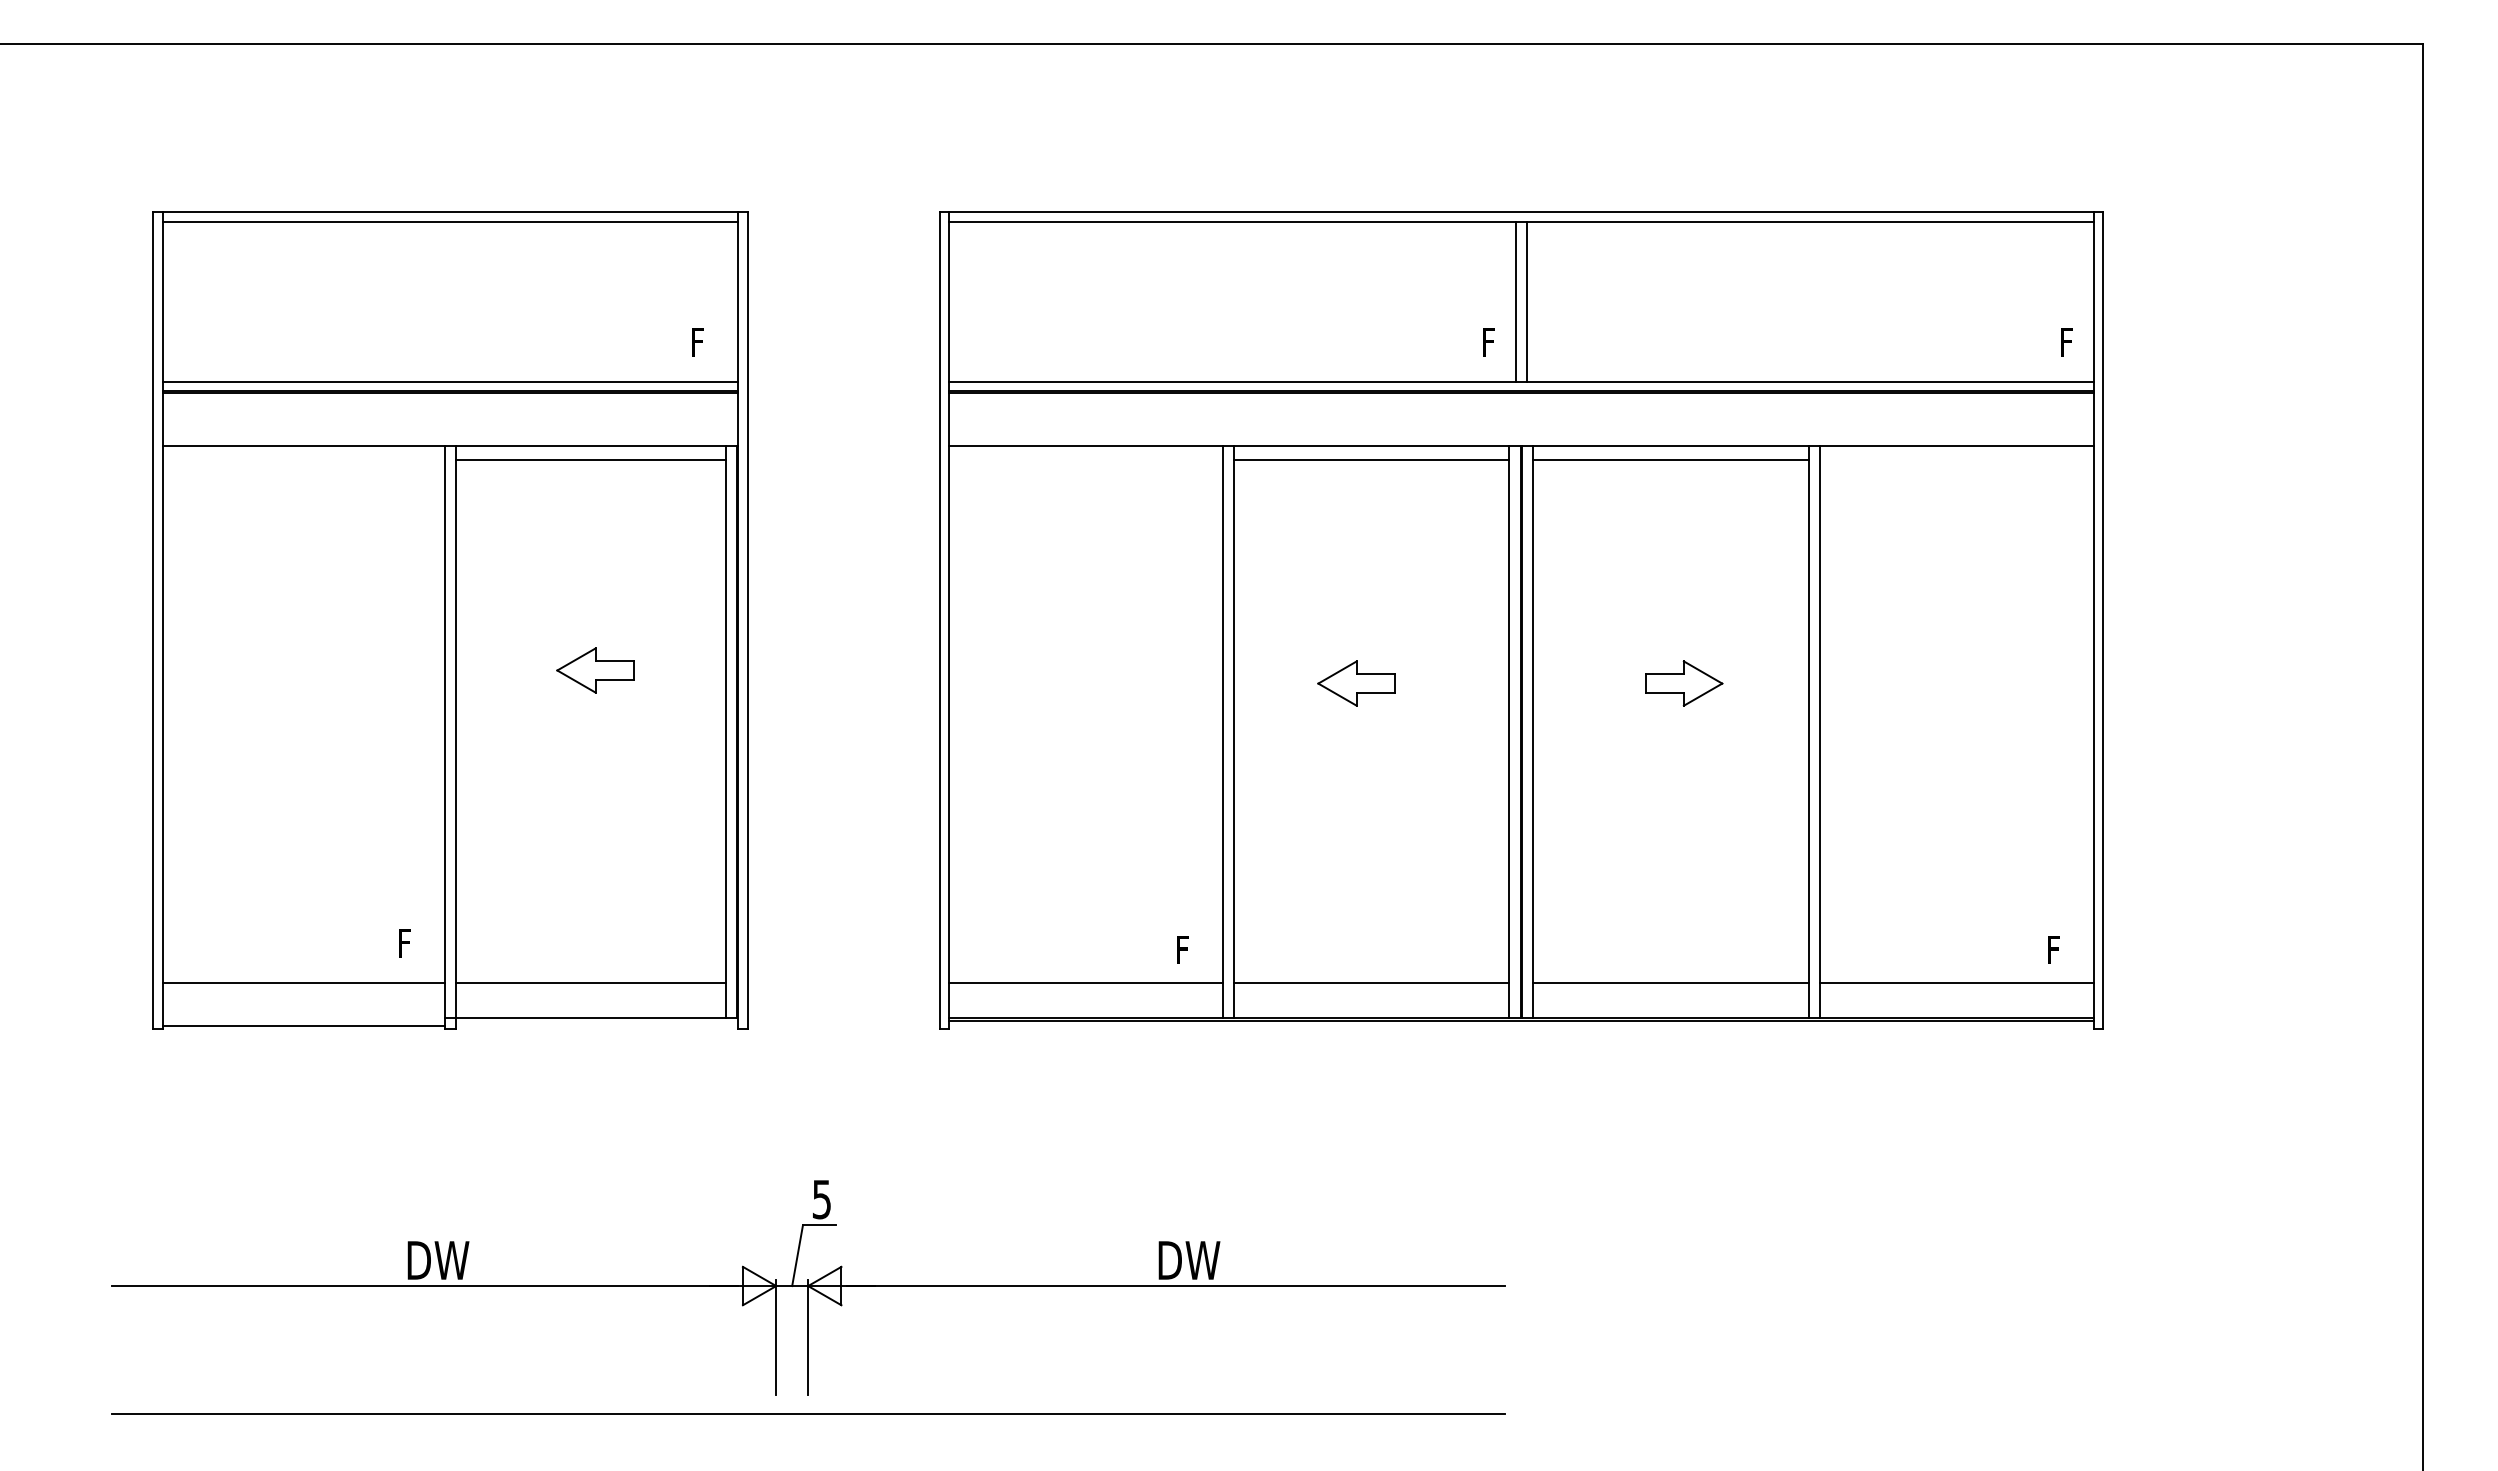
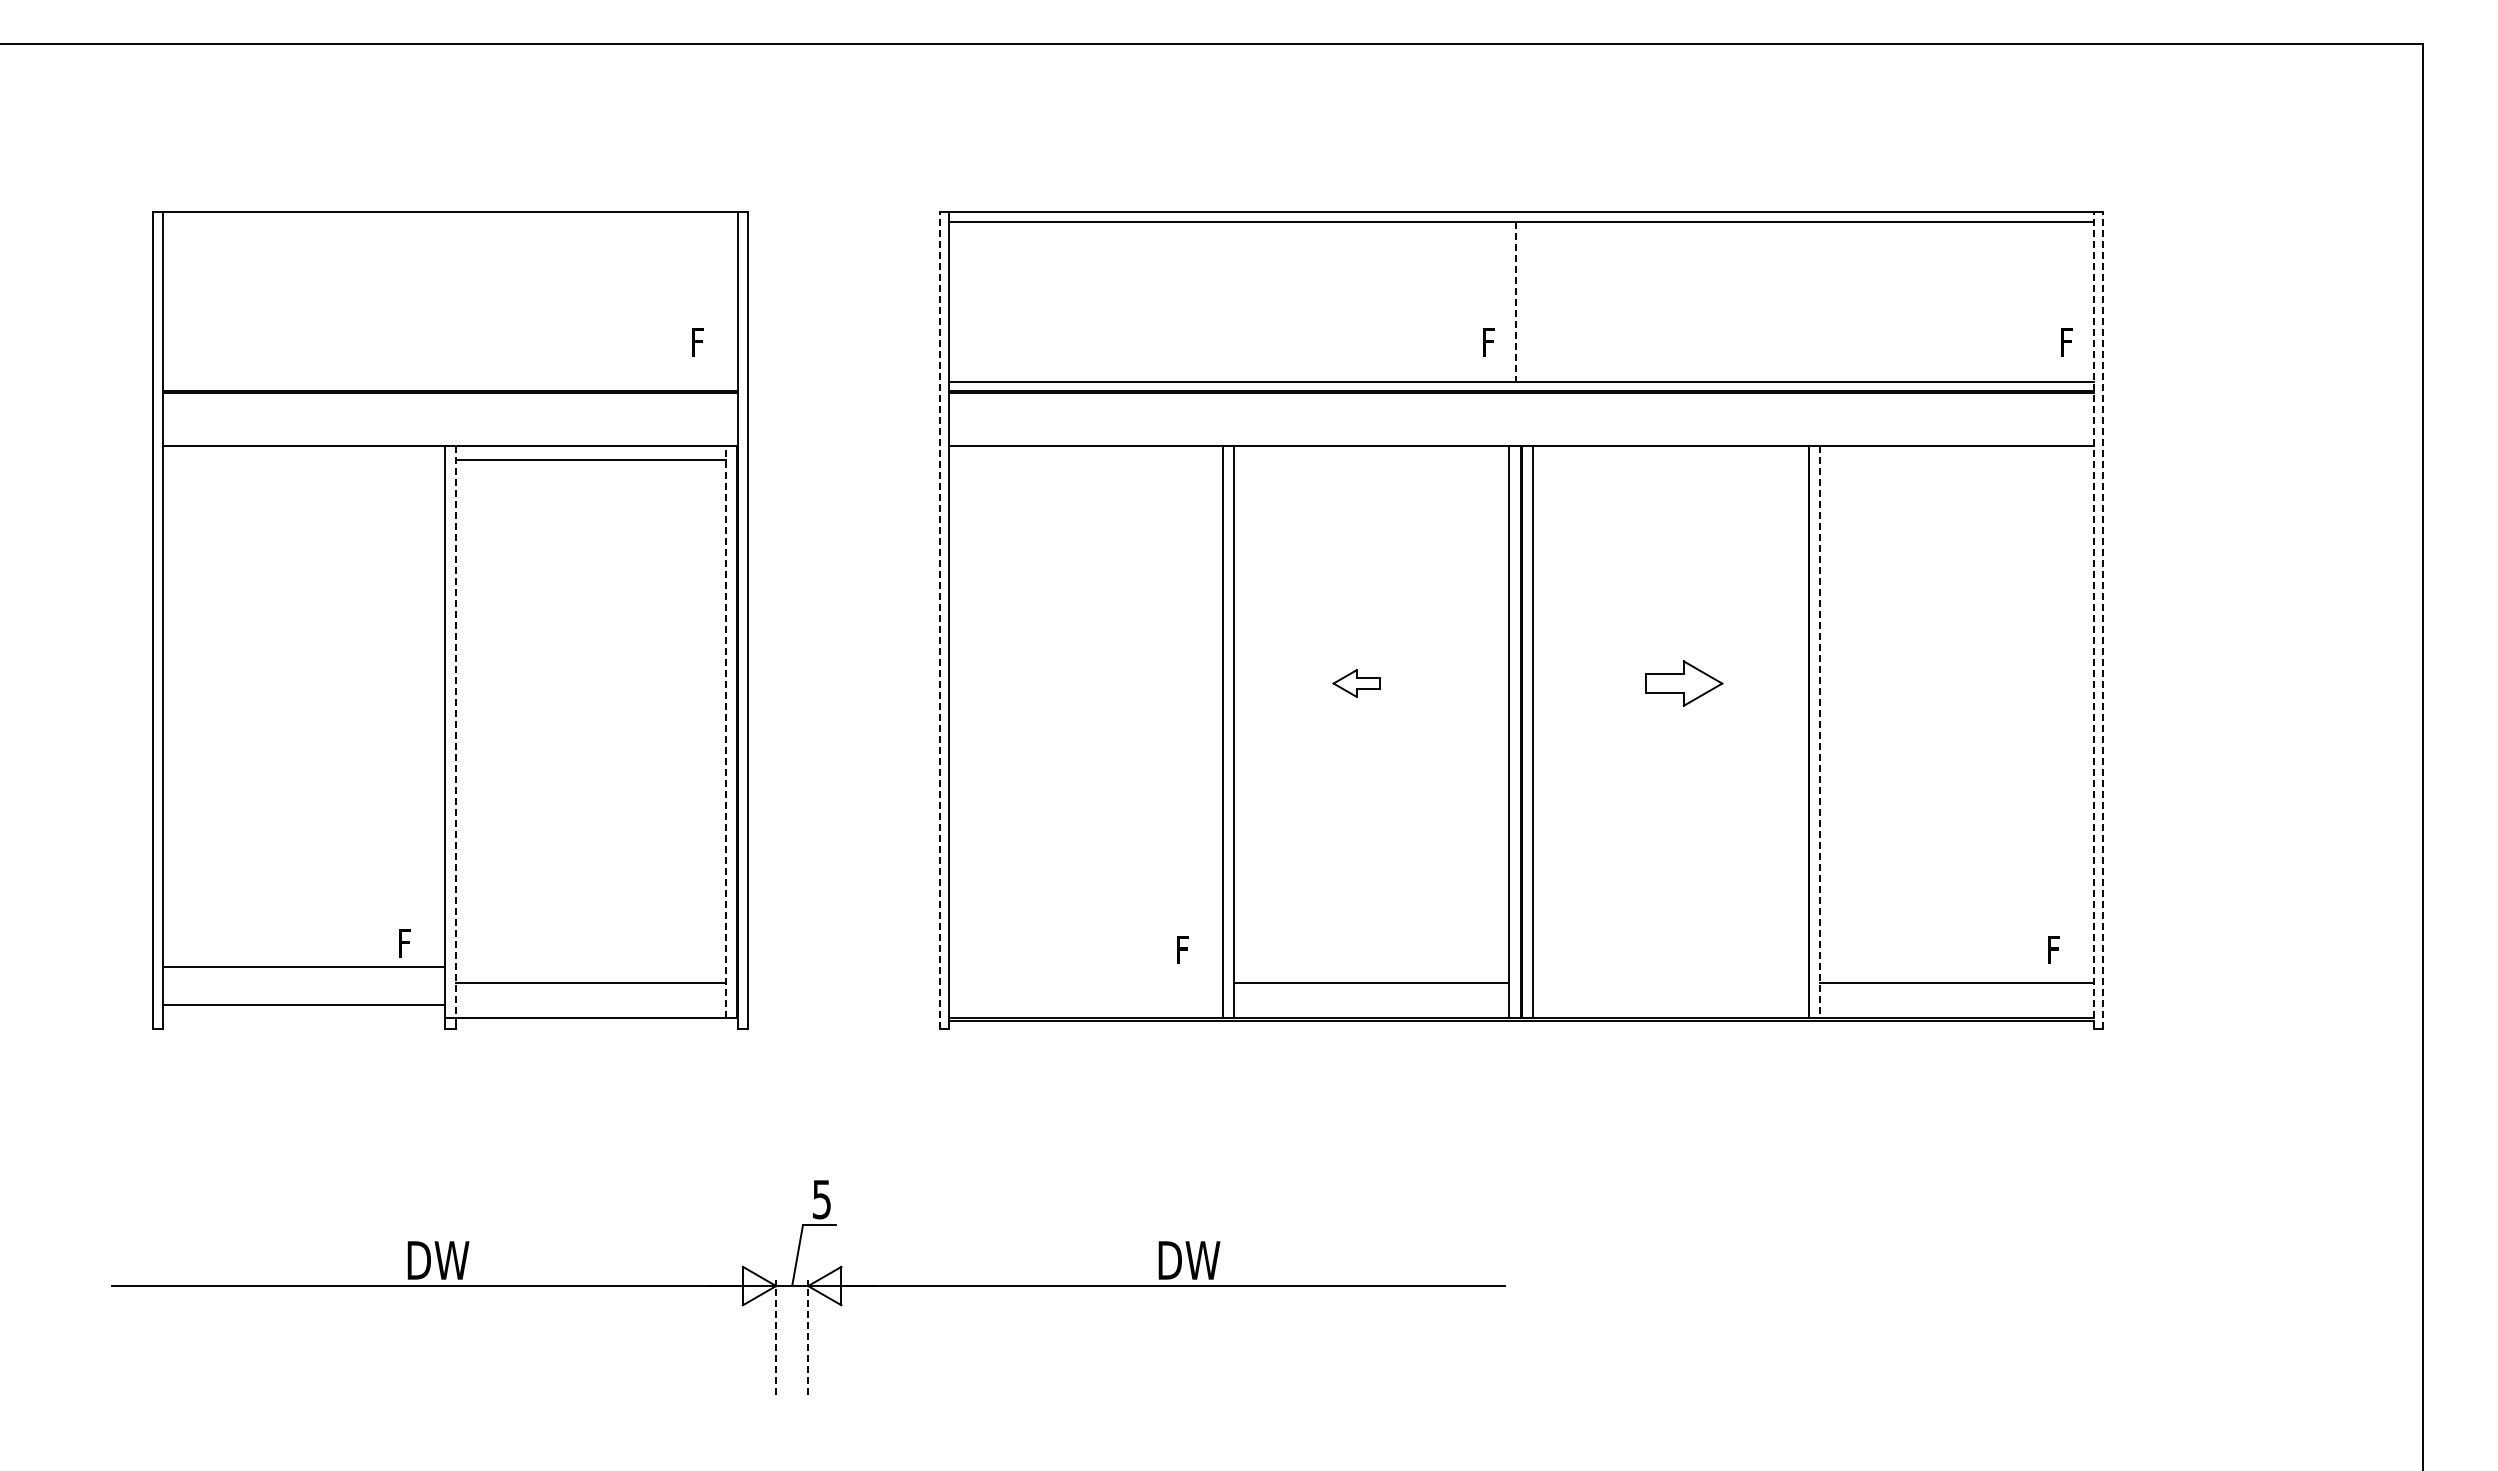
line at (450, 221): present -> none
line at (1515, 301): solid -> dashed
line at (1527, 301): present -> none
line at (450, 381): present -> none
line at (1371, 460): present -> none
line at (1671, 460): present -> none
line at (939, 620): solid -> dashed
line at (2093, 620): solid -> dashed
line at (2103, 620): solid -> dashed
part at (595, 670): present -> none
part at (1356, 683) size: 79x47 px -> 49x29 px
line at (725, 731): solid -> dashed
line at (455, 732): solid -> dashed
line at (1820, 732): solid -> dashed
line at (303, 982) position: (303, 982) -> (303, 966)
line at (1085, 982): present -> none
line at (1671, 982): present -> none
line at (303, 1026) position: (303, 1026) -> (303, 1005)
line at (776, 1337): solid -> dashed
line at (808, 1337): solid -> dashed
line at (807, 1413): present -> none
